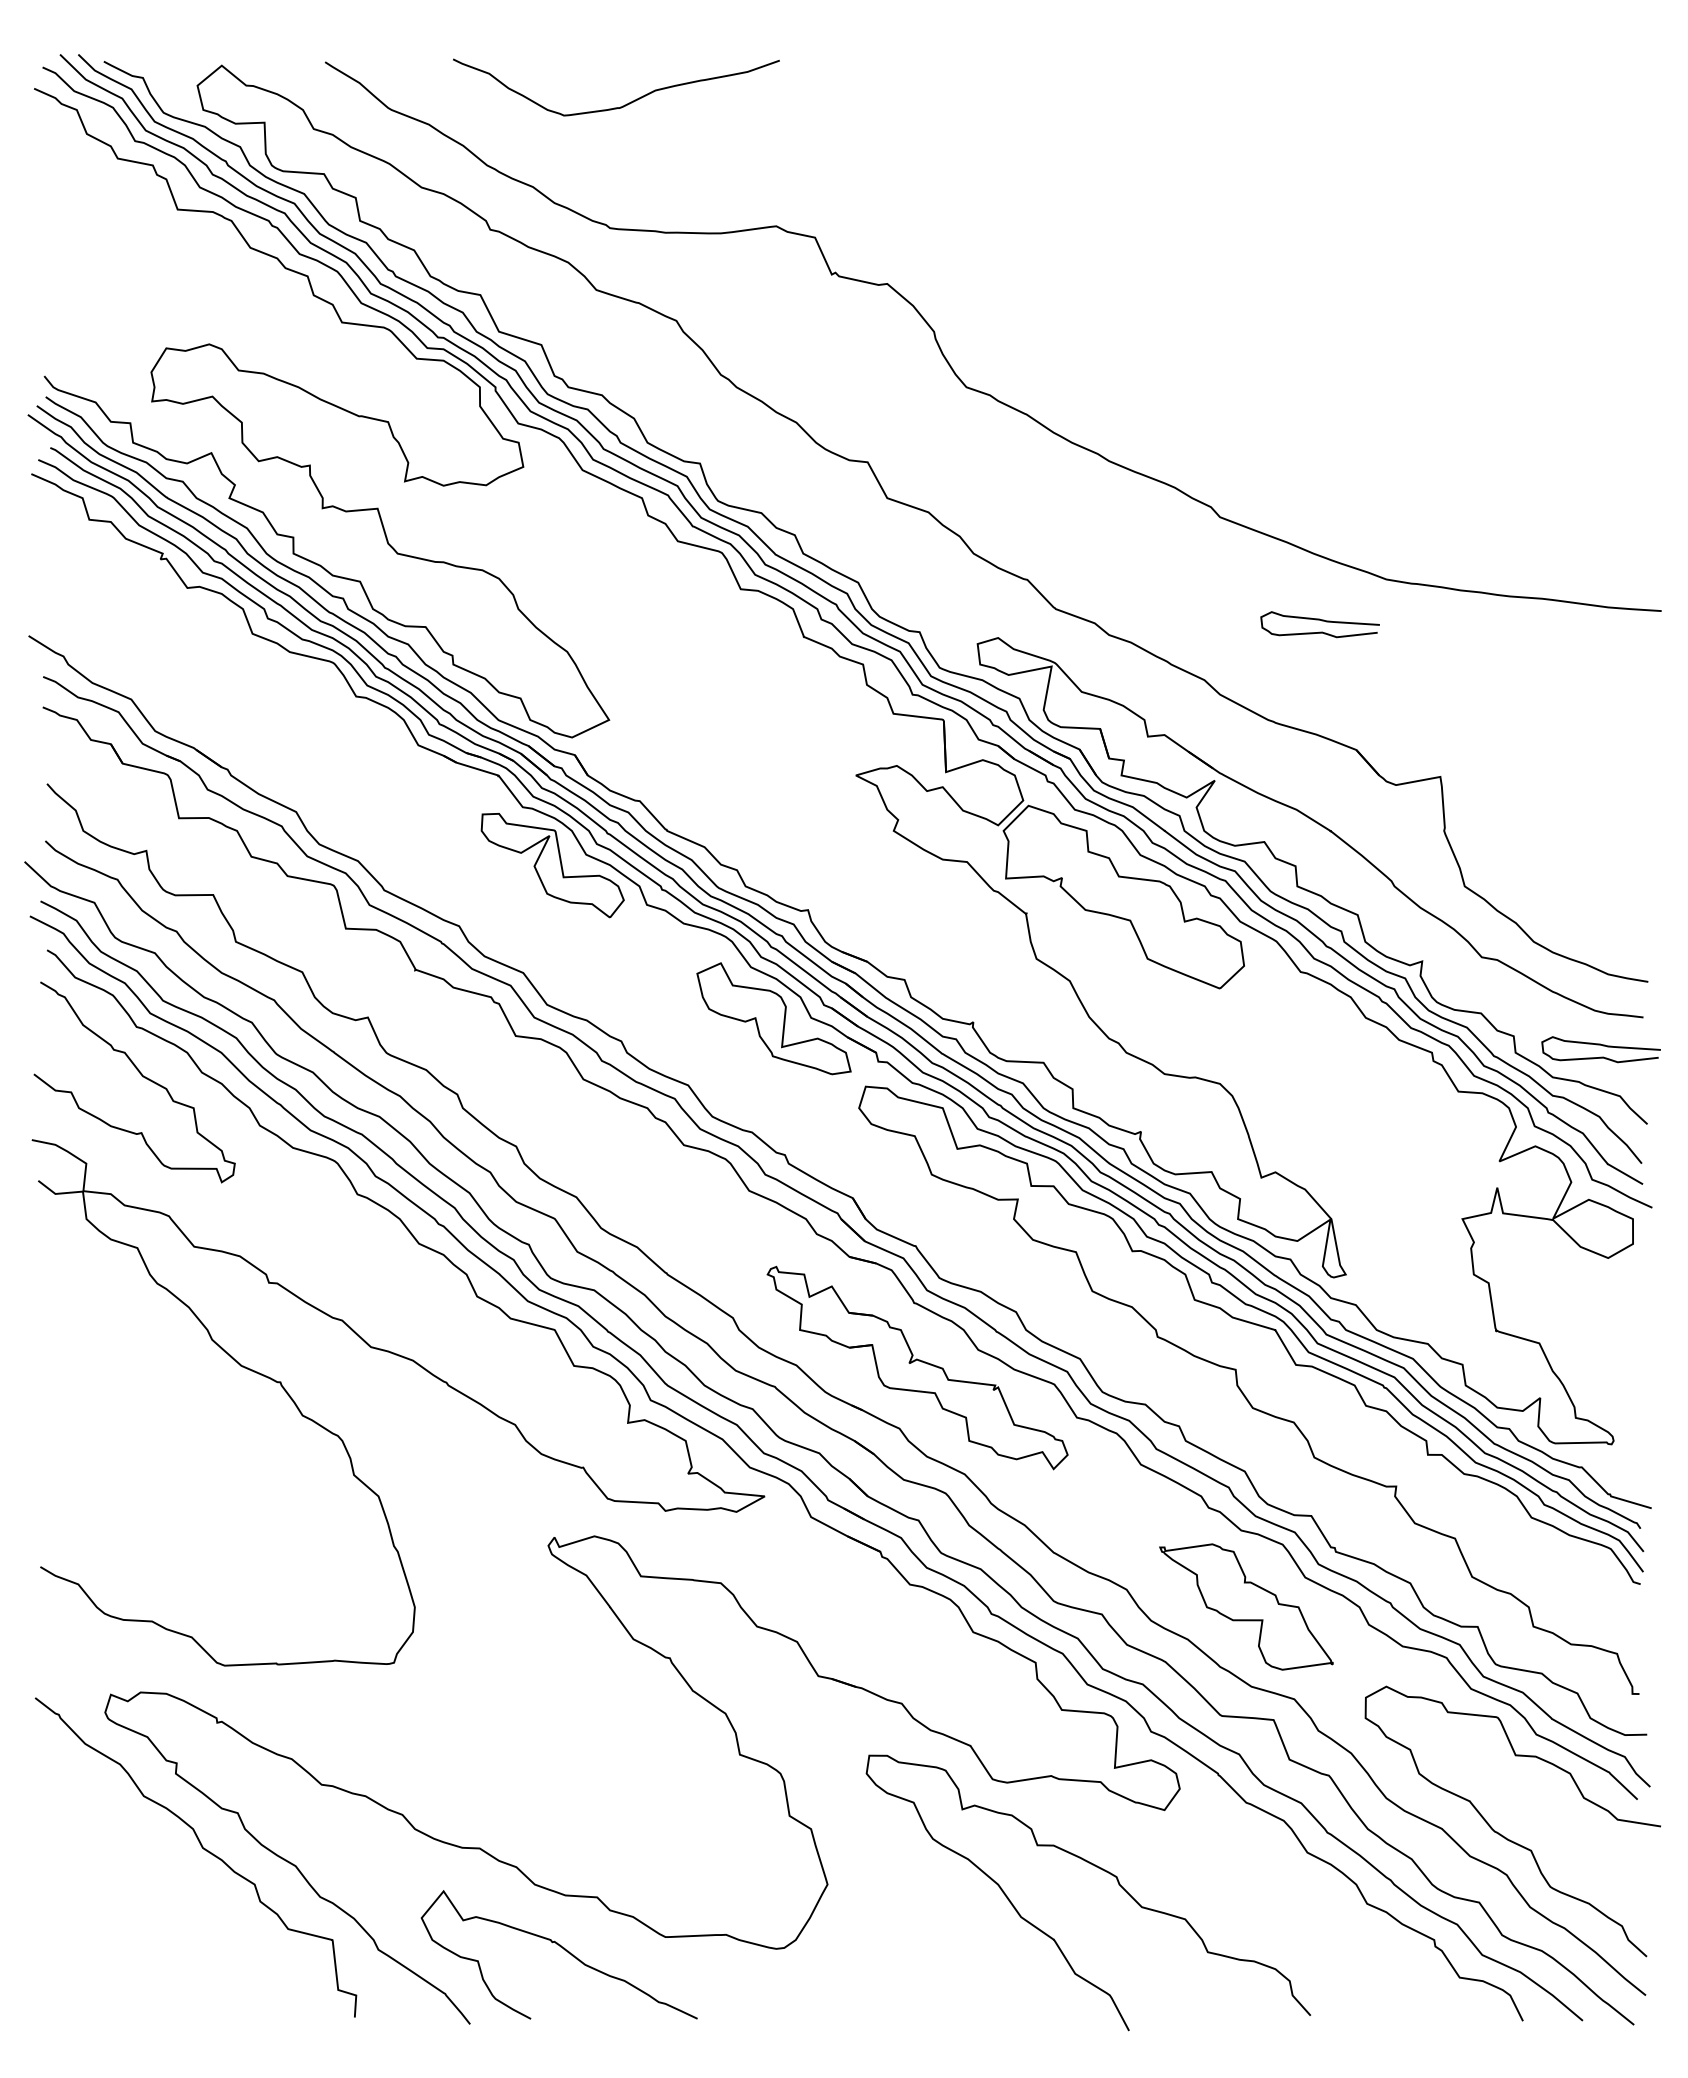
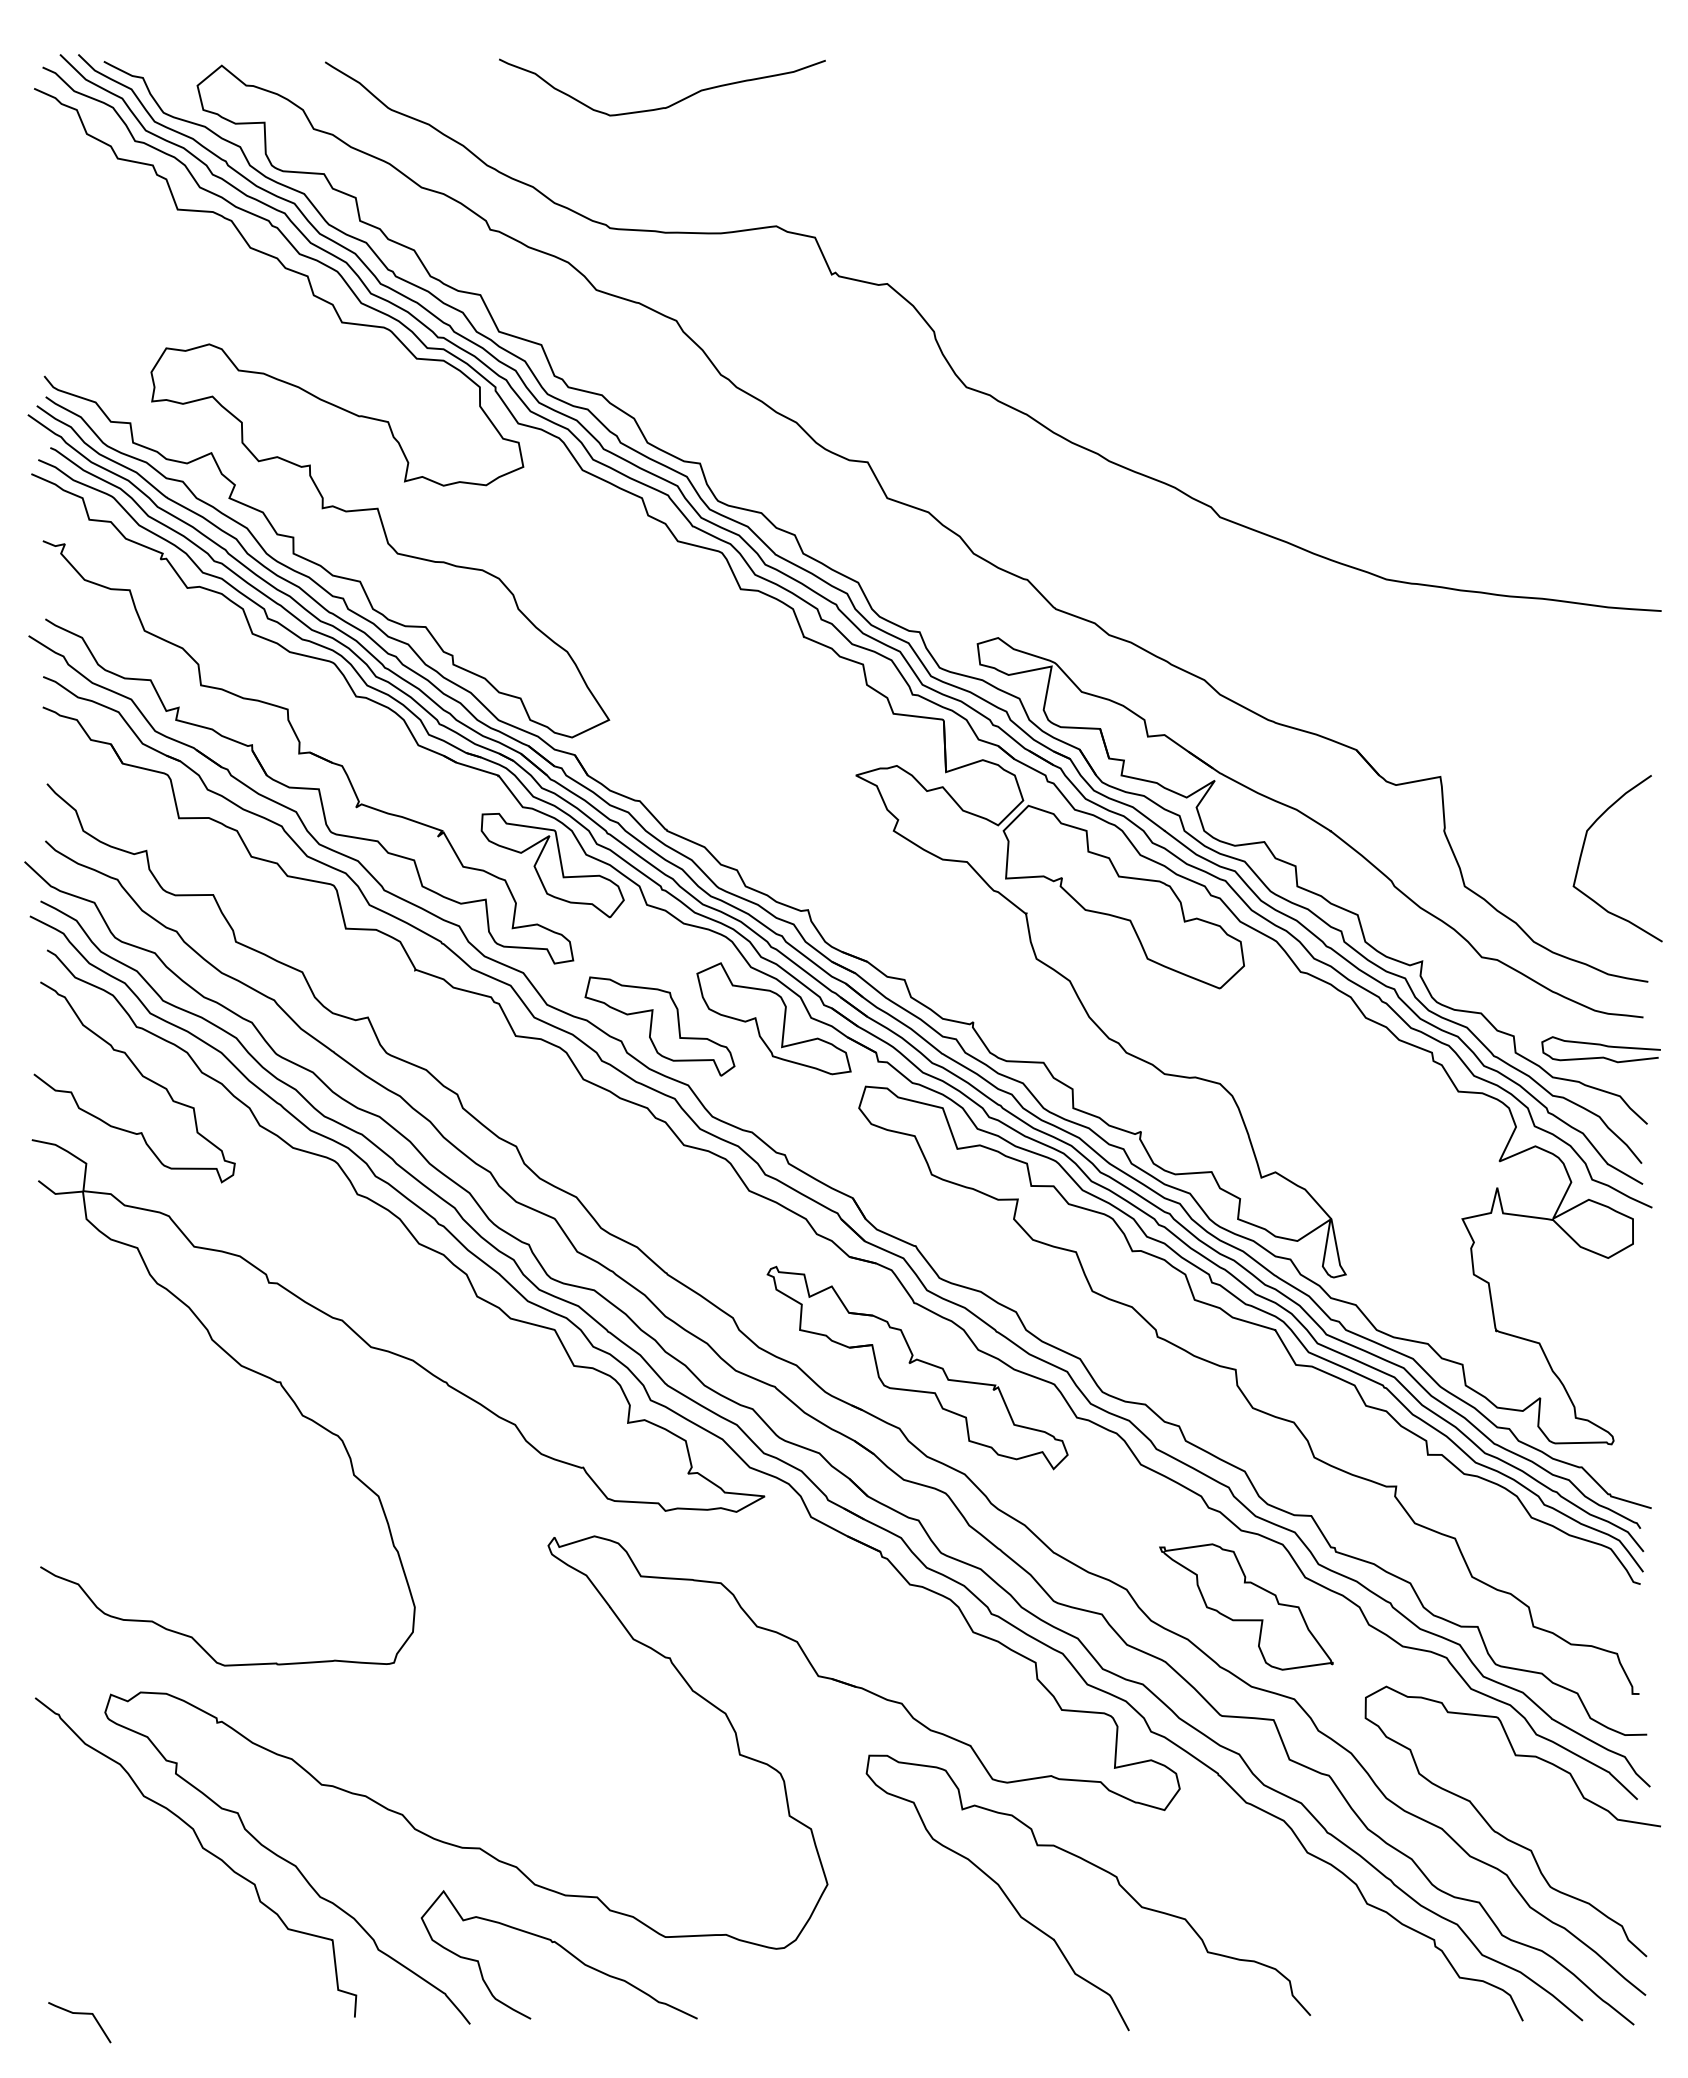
curve at (624, 104) position: (624, 104) -> (670, 104)
curve at (1321, 621): present -> none
part at (308, 752): none -> present
curve at (1583, 850): none -> present
part at (659, 1026): none -> present
line at (79, 2014): none -> present
